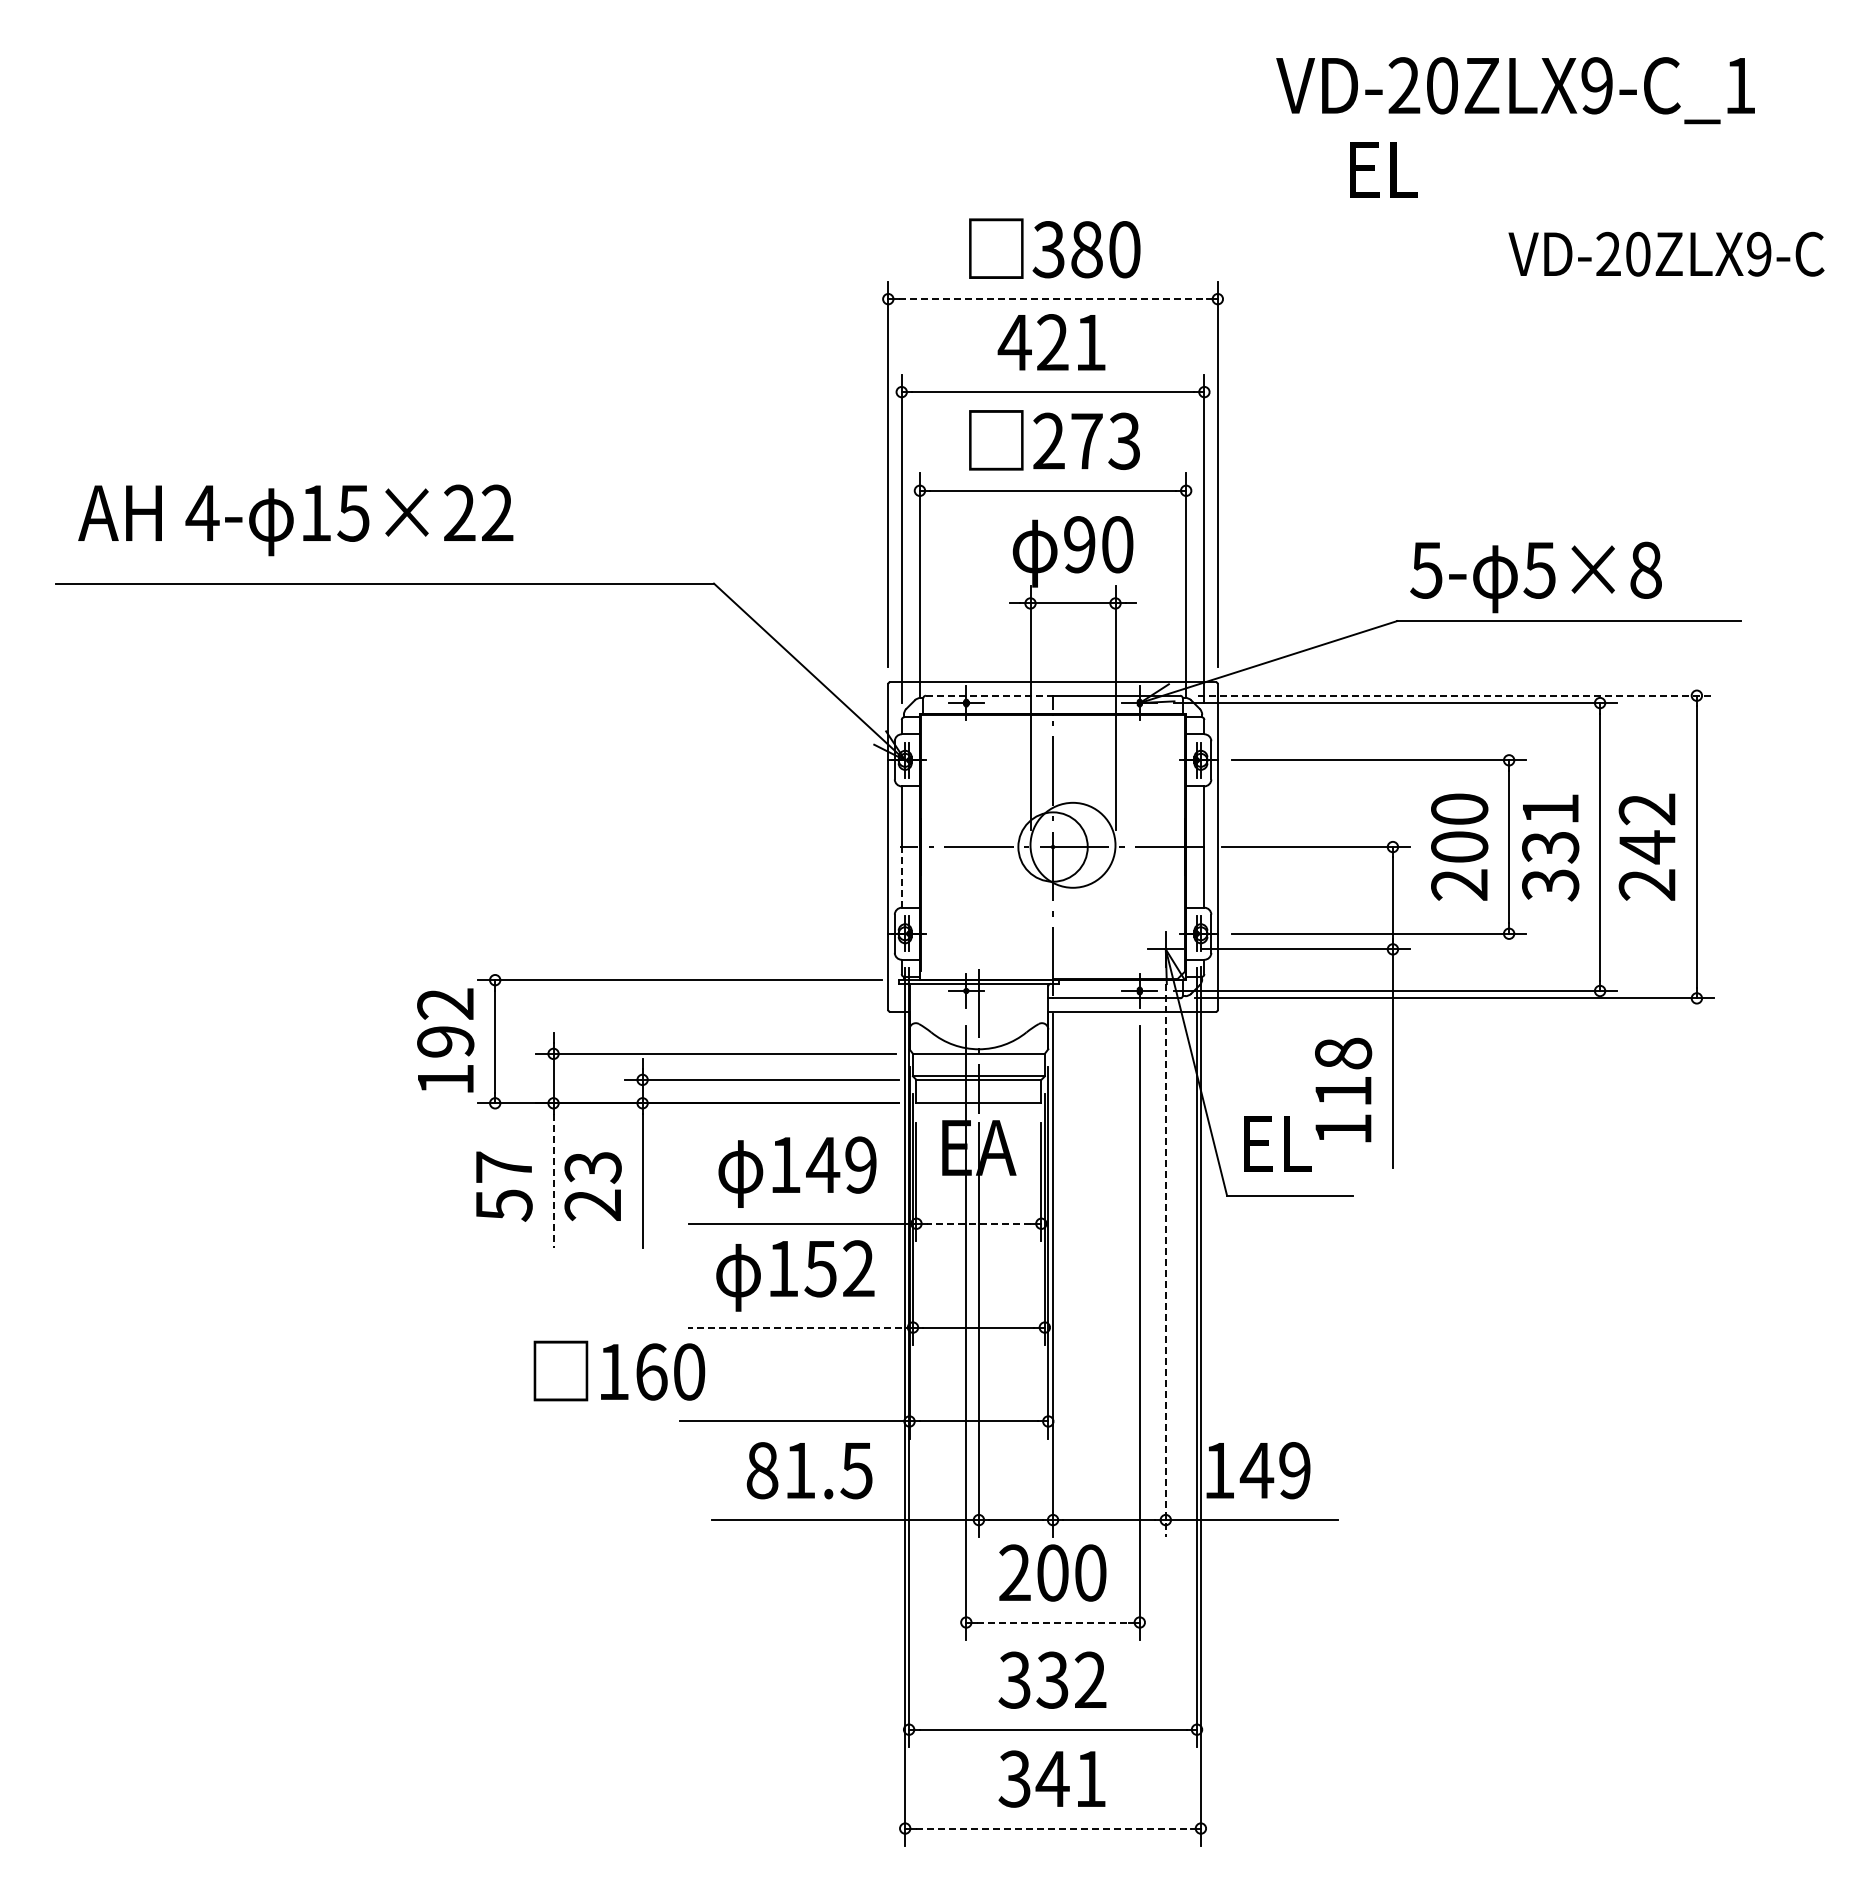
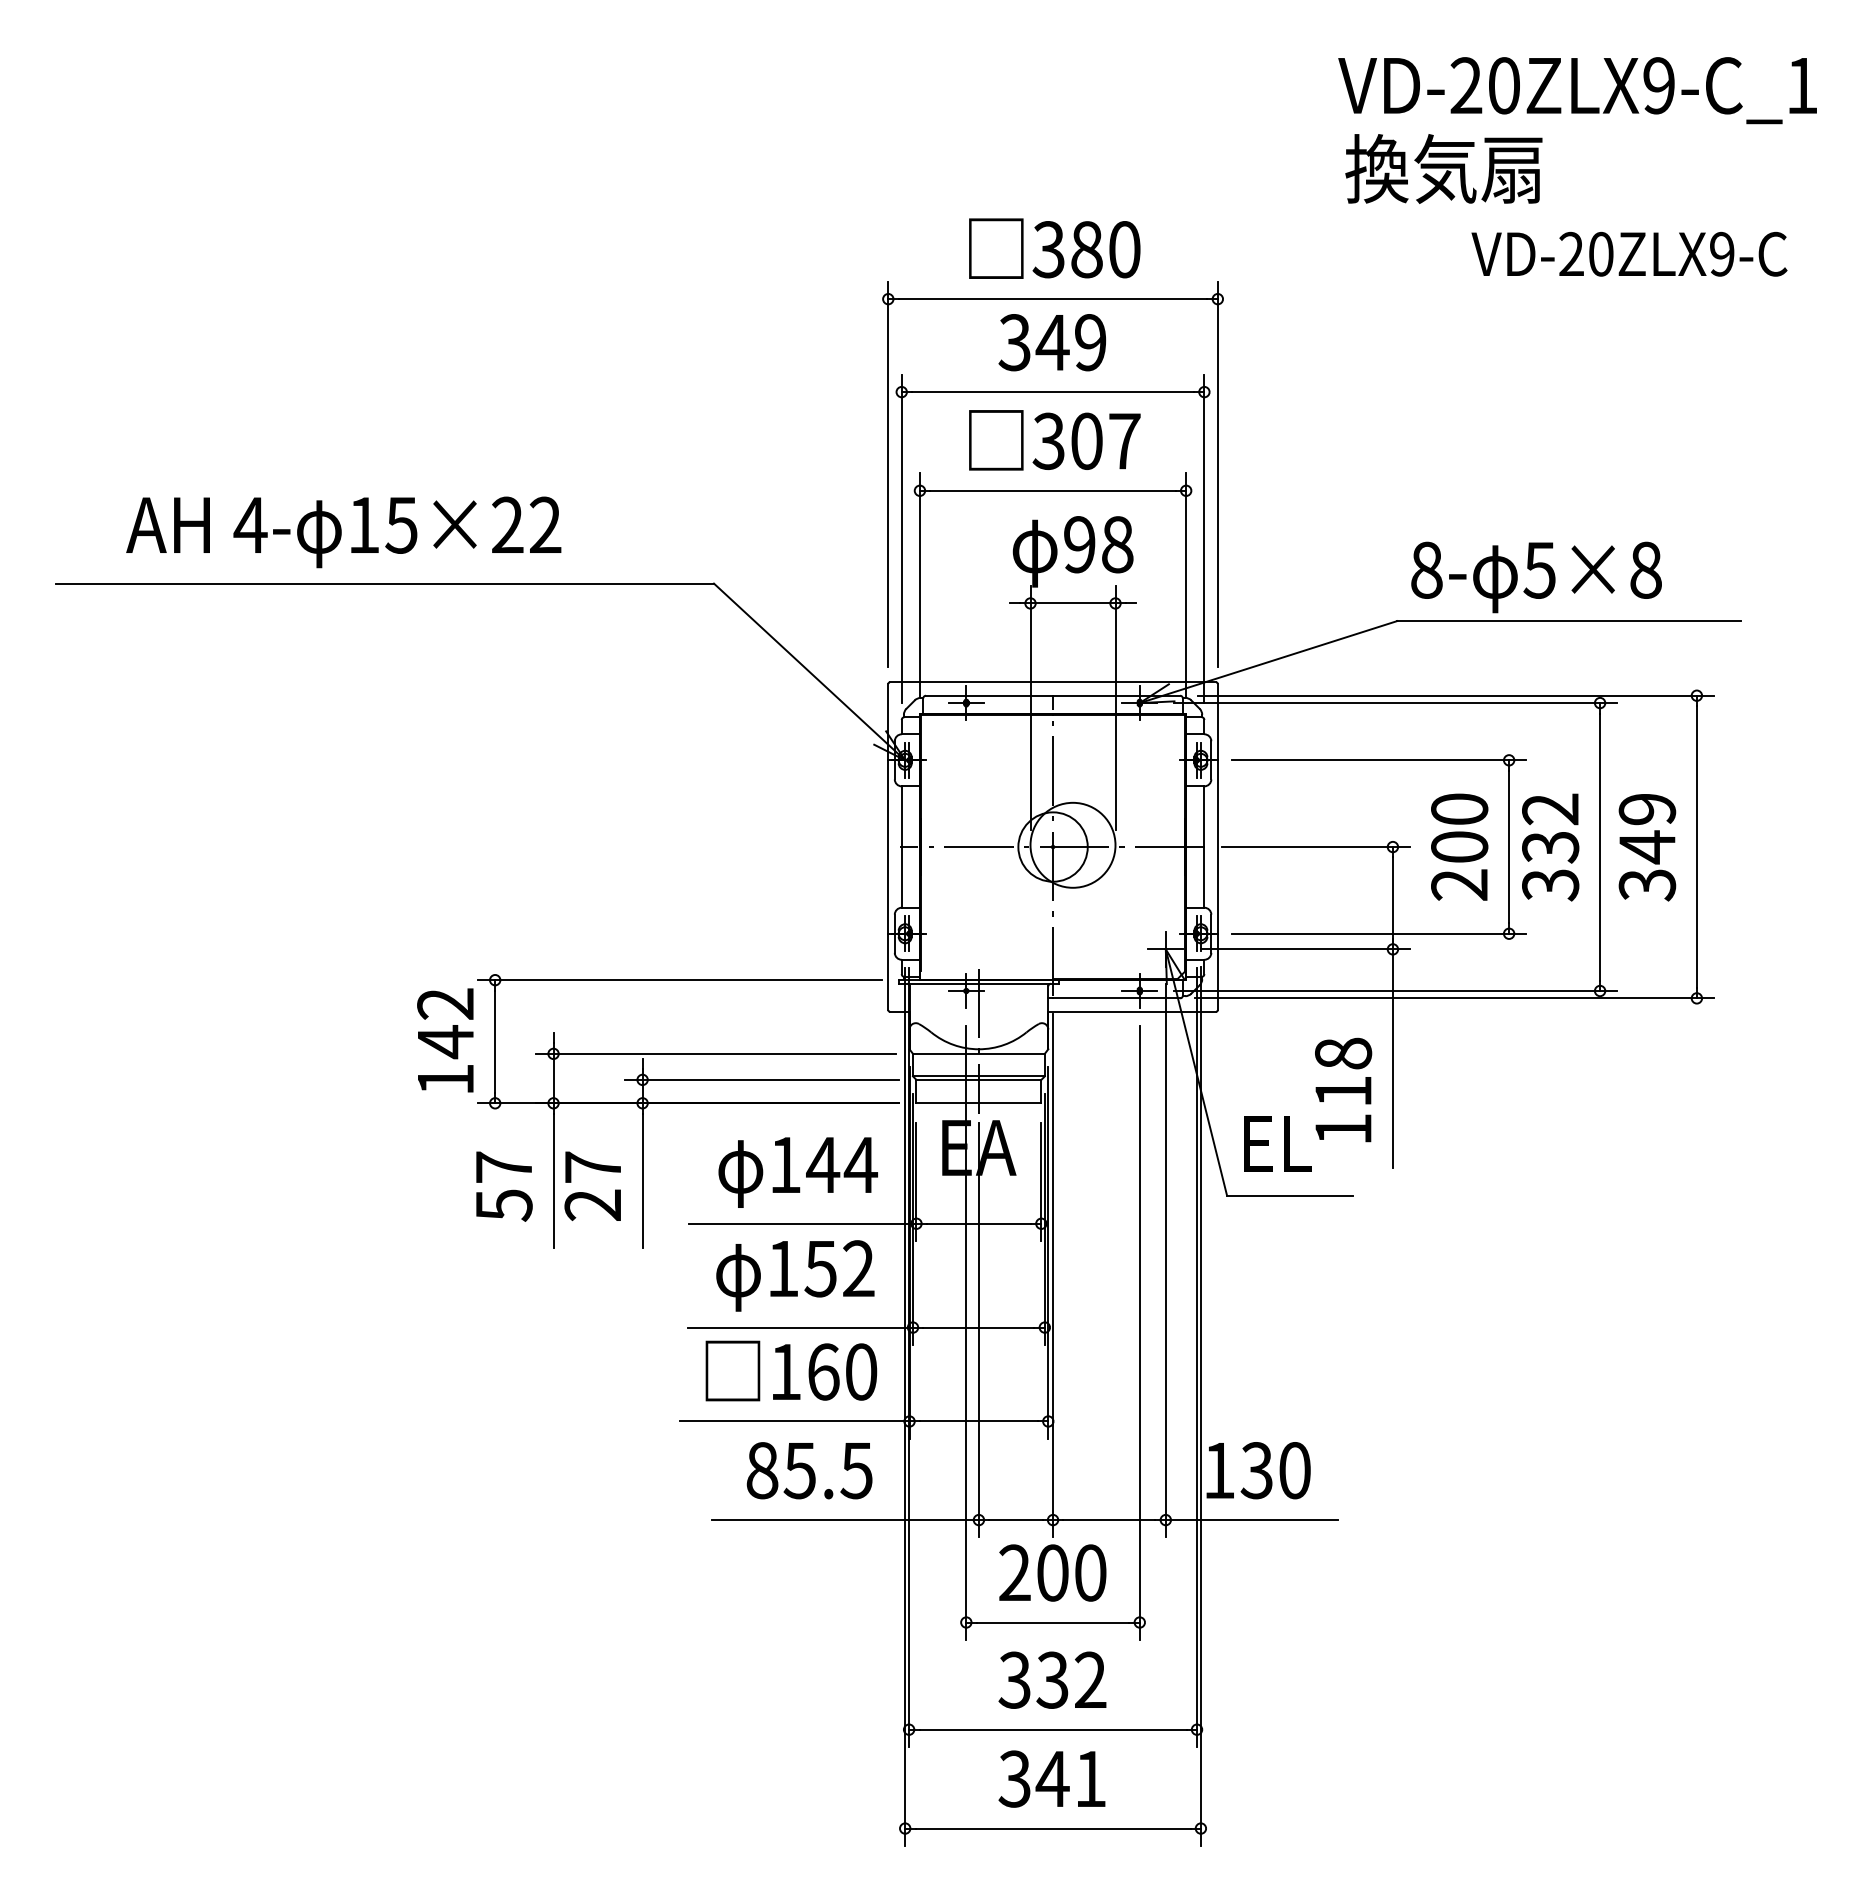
text at (1515, 90) position: (1515, 90) -> (1577, 90)
text at (1443, 168): EL -> 換気扇
text at (1666, 253) position: (1666, 253) -> (1629, 253)
line at (1053, 299): dashed -> solid
text at (1051, 342): 421 -> 349
text at (1086, 441): 273 -> 307
text at (295, 520) position: (295, 520) -> (343, 532)
text at (1117, 544): 90 -> 98
text at (1426, 569): 5- -> 8-
line at (989, 695): dashed -> solid
line at (1456, 695): dashed -> solid
text at (1550, 809): 331 -> 332
text at (1647, 847): 242 -> 349
line at (901, 876): dashed -> solid
text at (445, 1042): 192 -> 142
text at (860, 1164): 149 -> 144
text at (592, 1167): 23 -> 27
line at (553, 1181): dashed -> solid
line at (978, 1223): dashed -> solid
line at (1165, 1260): dashed -> solid
line at (800, 1327): dashed -> solid
text at (619, 1370) position: (619, 1370) -> (791, 1370)
text at (1274, 1470): 149 -> 130
text at (799, 1471): 81.5 -> 85.5
line at (1053, 1622): dashed -> solid
line at (1053, 1828): dashed -> solid
